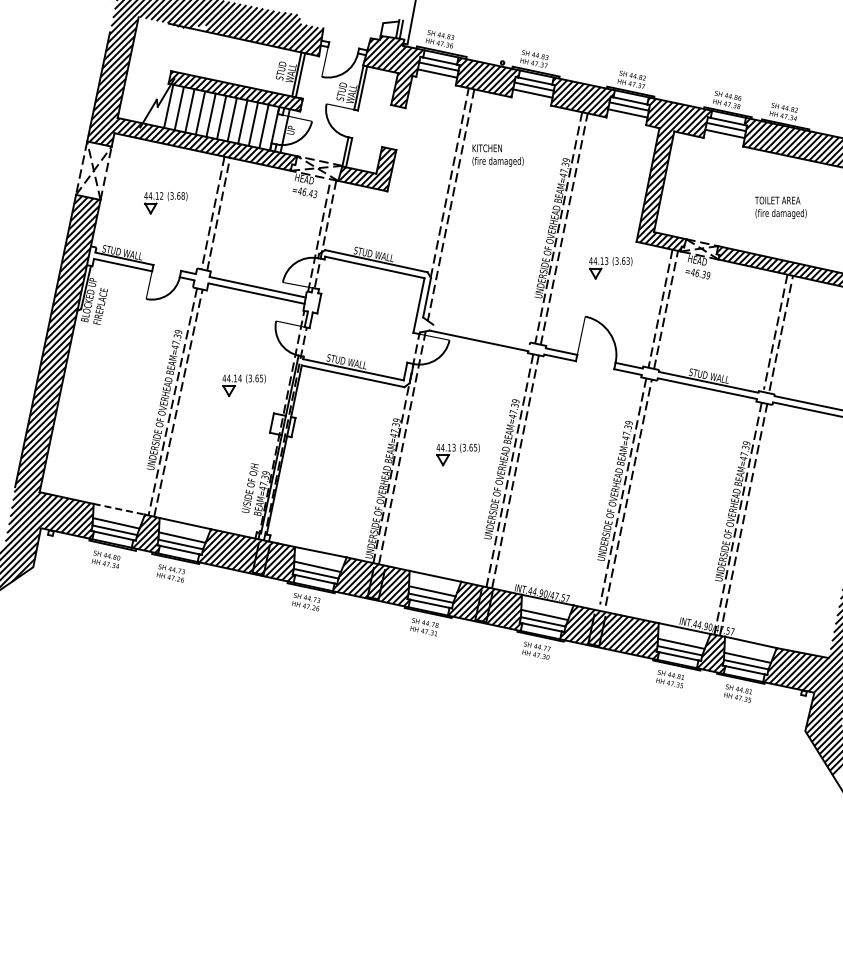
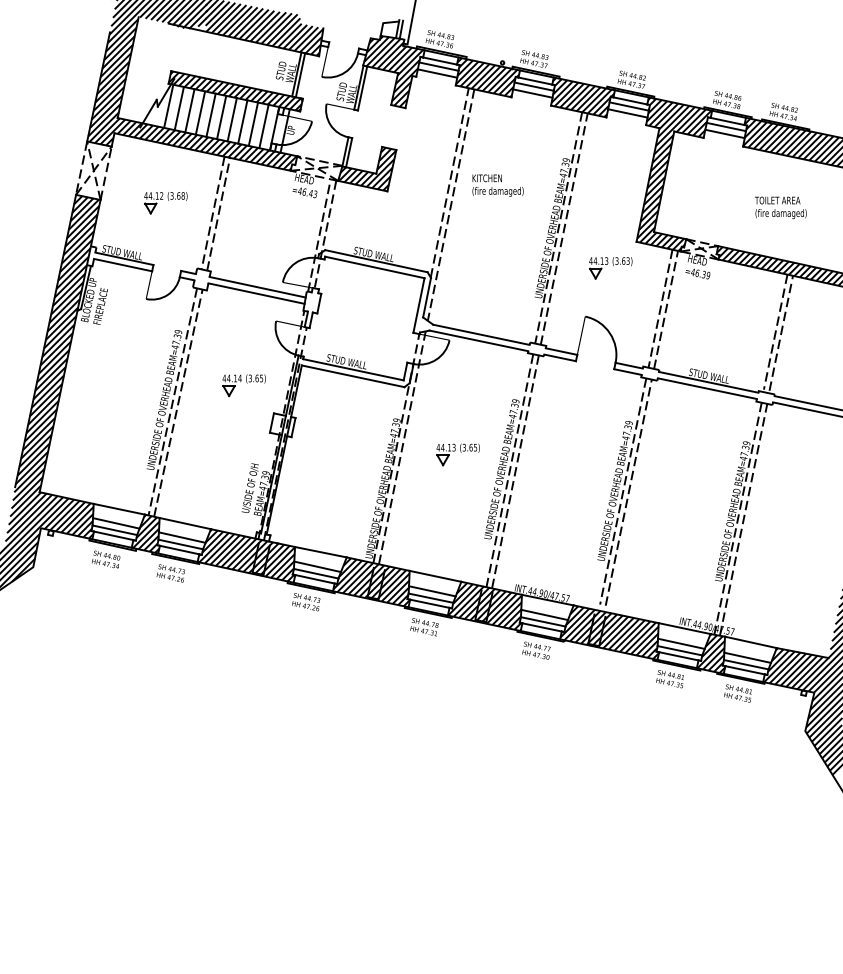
text at (497, 155) position: (497, 155) -> (497, 185)
line at (481, 334): none -> present
line at (119, 509): dashed -> solid
